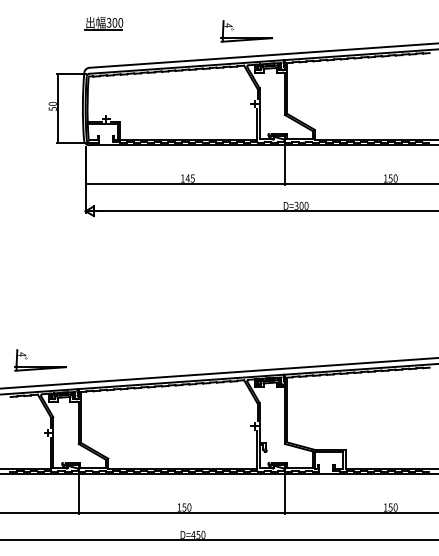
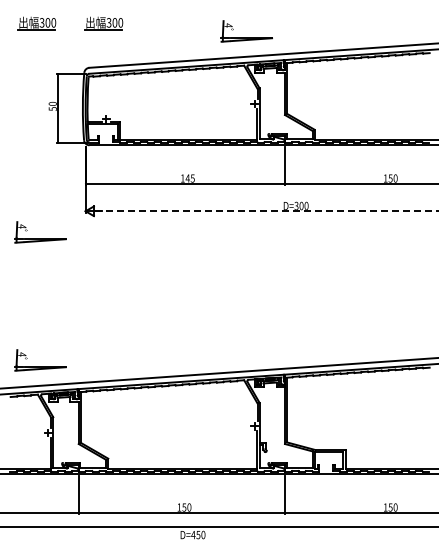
part at (36, 23): none -> present
line at (266, 211): solid -> dashed
part at (40, 232): none -> present
line at (218, 540) position: (218, 540) -> (218, 527)
